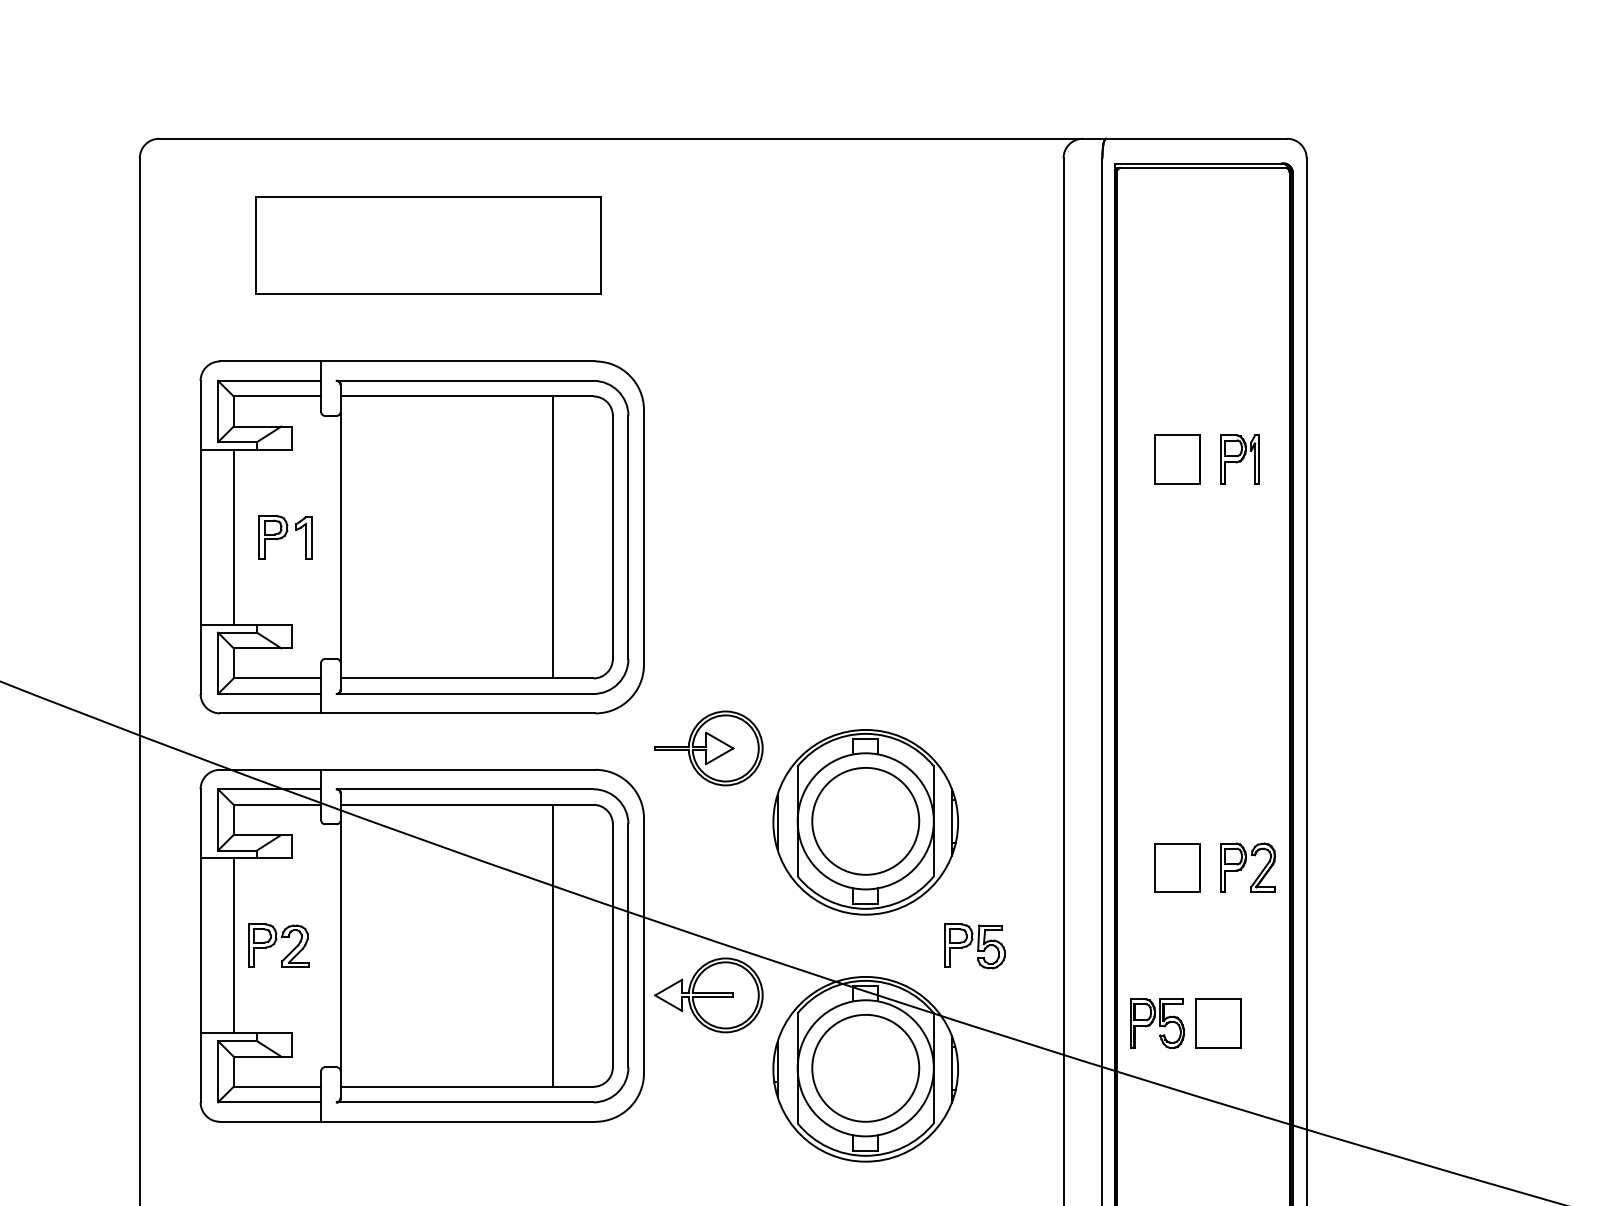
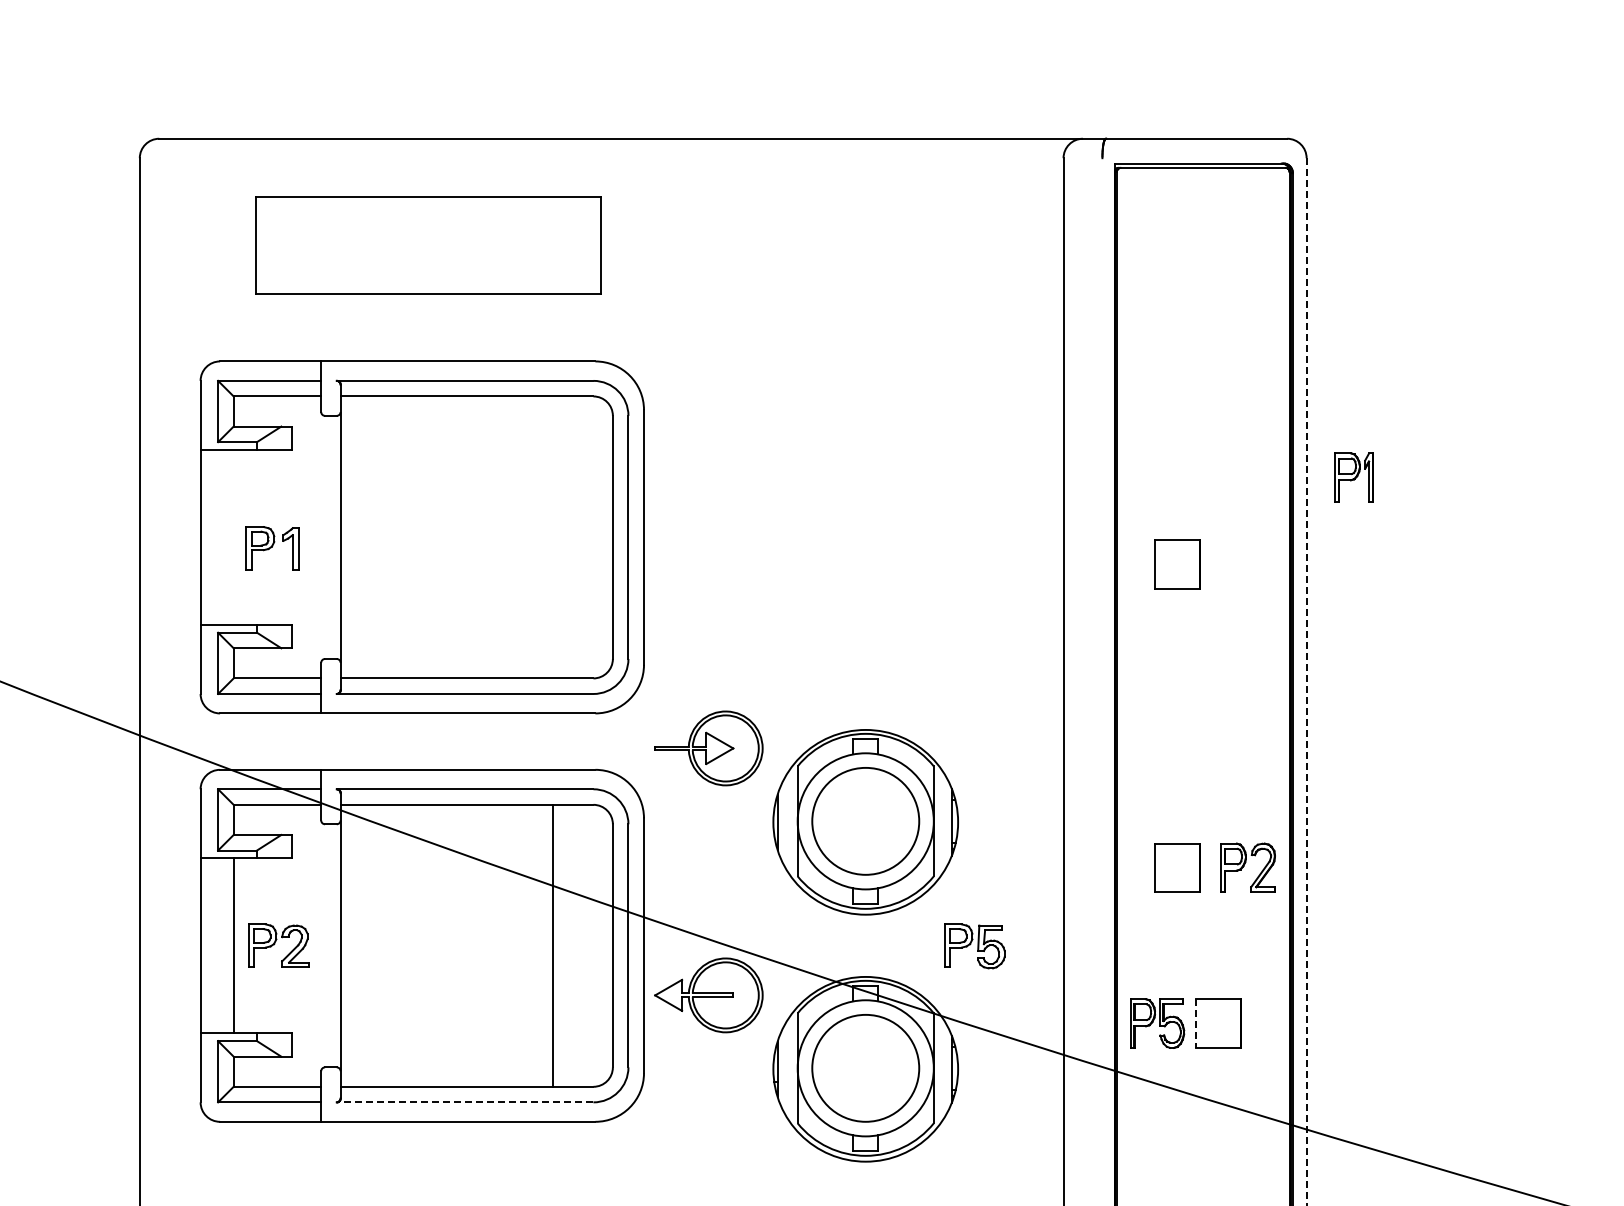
part at (1177, 459) position: (1177, 459) -> (1177, 564)
part at (1239, 459) position: (1239, 459) -> (1353, 477)
line at (233, 536): present -> none
part at (285, 537) position: (285, 537) -> (272, 548)
line at (552, 537): present -> none
line at (1102, 680): present -> none
line at (1306, 682): solid -> dashed
line at (1195, 1024): solid -> dashed
line at (464, 1102): solid -> dashed
